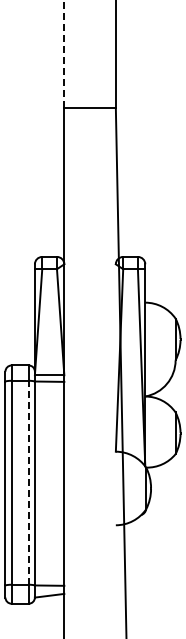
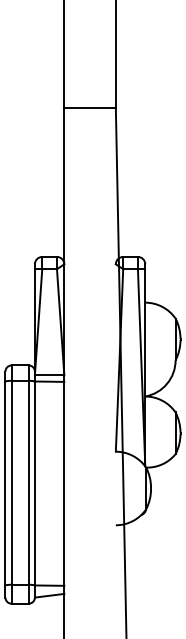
line at (64, 54): dashed -> solid
line at (28, 482): dashed -> solid
